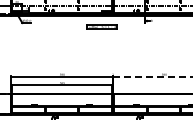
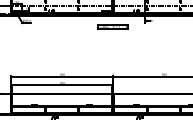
part at (101, 26) position: (101, 26) -> (112, 26)
line at (153, 76): dashed -> solid
